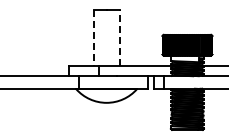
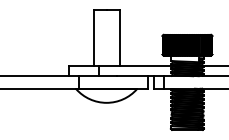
line at (93, 38): dashed -> solid
line at (119, 38): dashed -> solid
